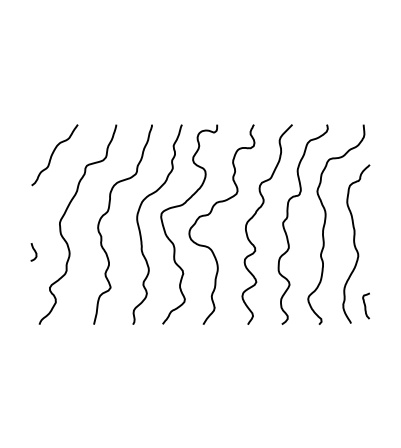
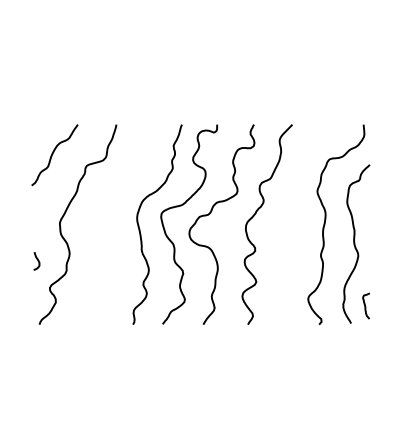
curve at (108, 212): present -> none
curve at (288, 217): present -> none
curve at (34, 252) position: (34, 252) -> (37, 261)
